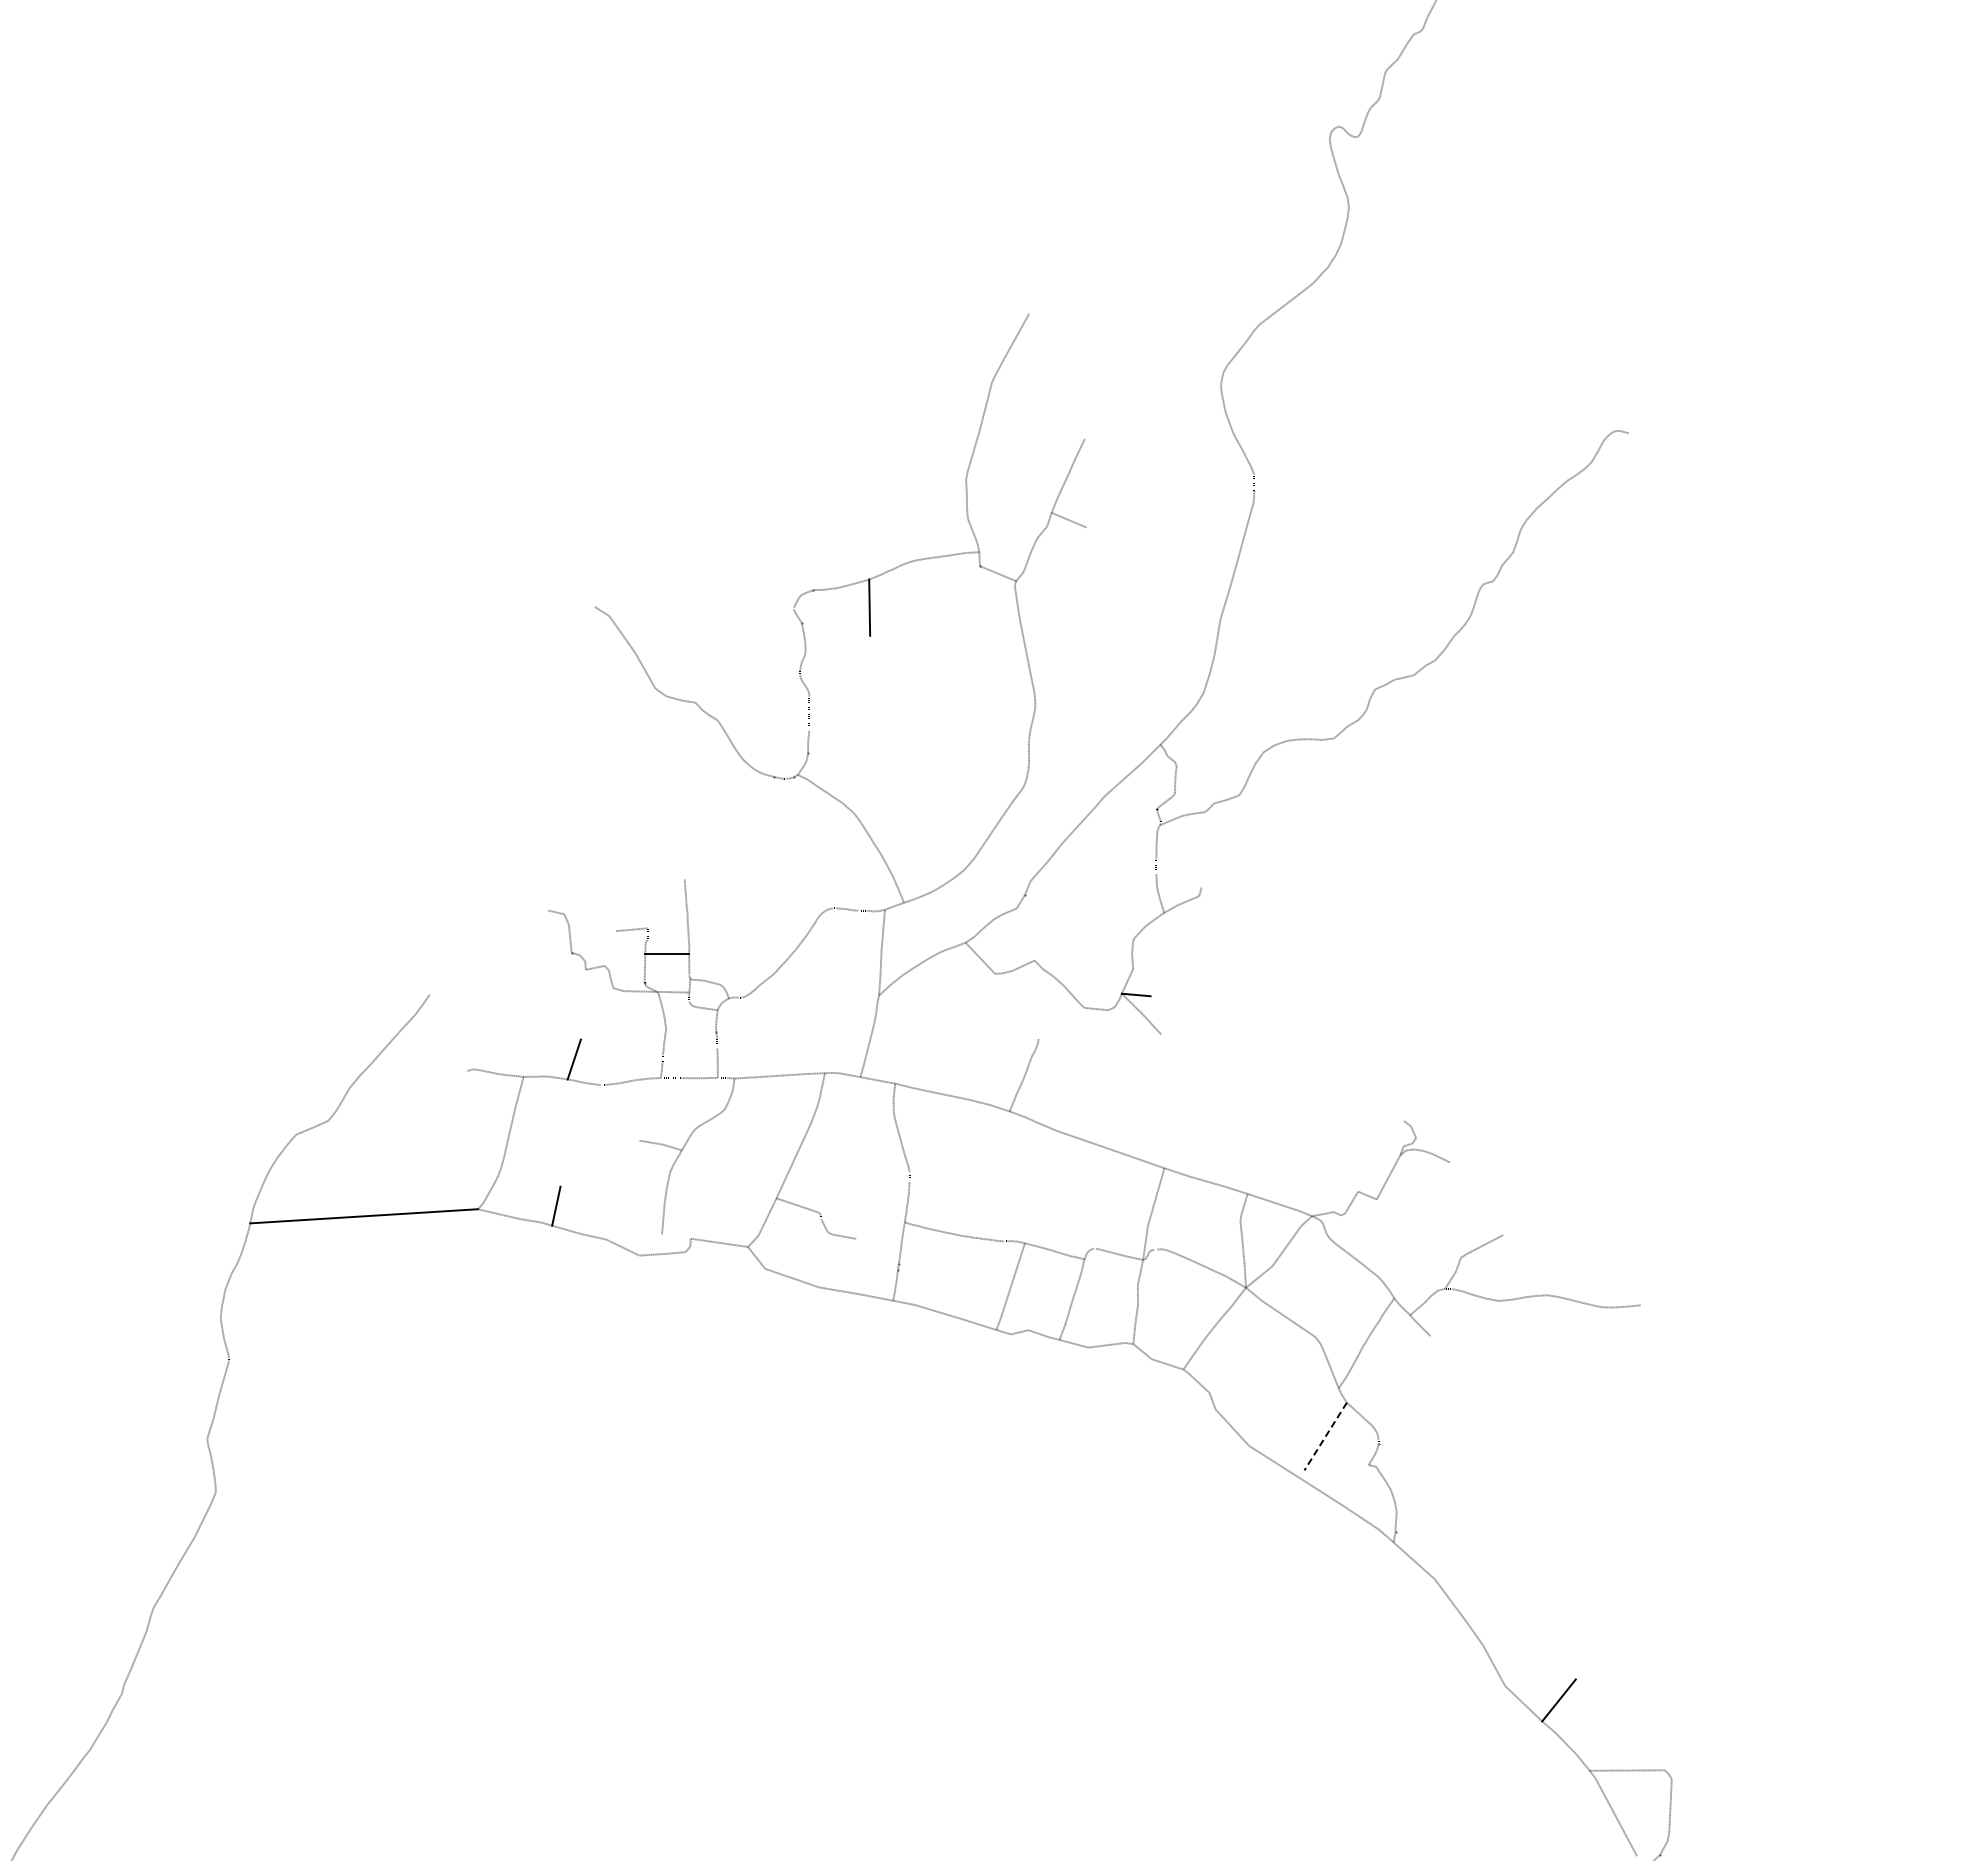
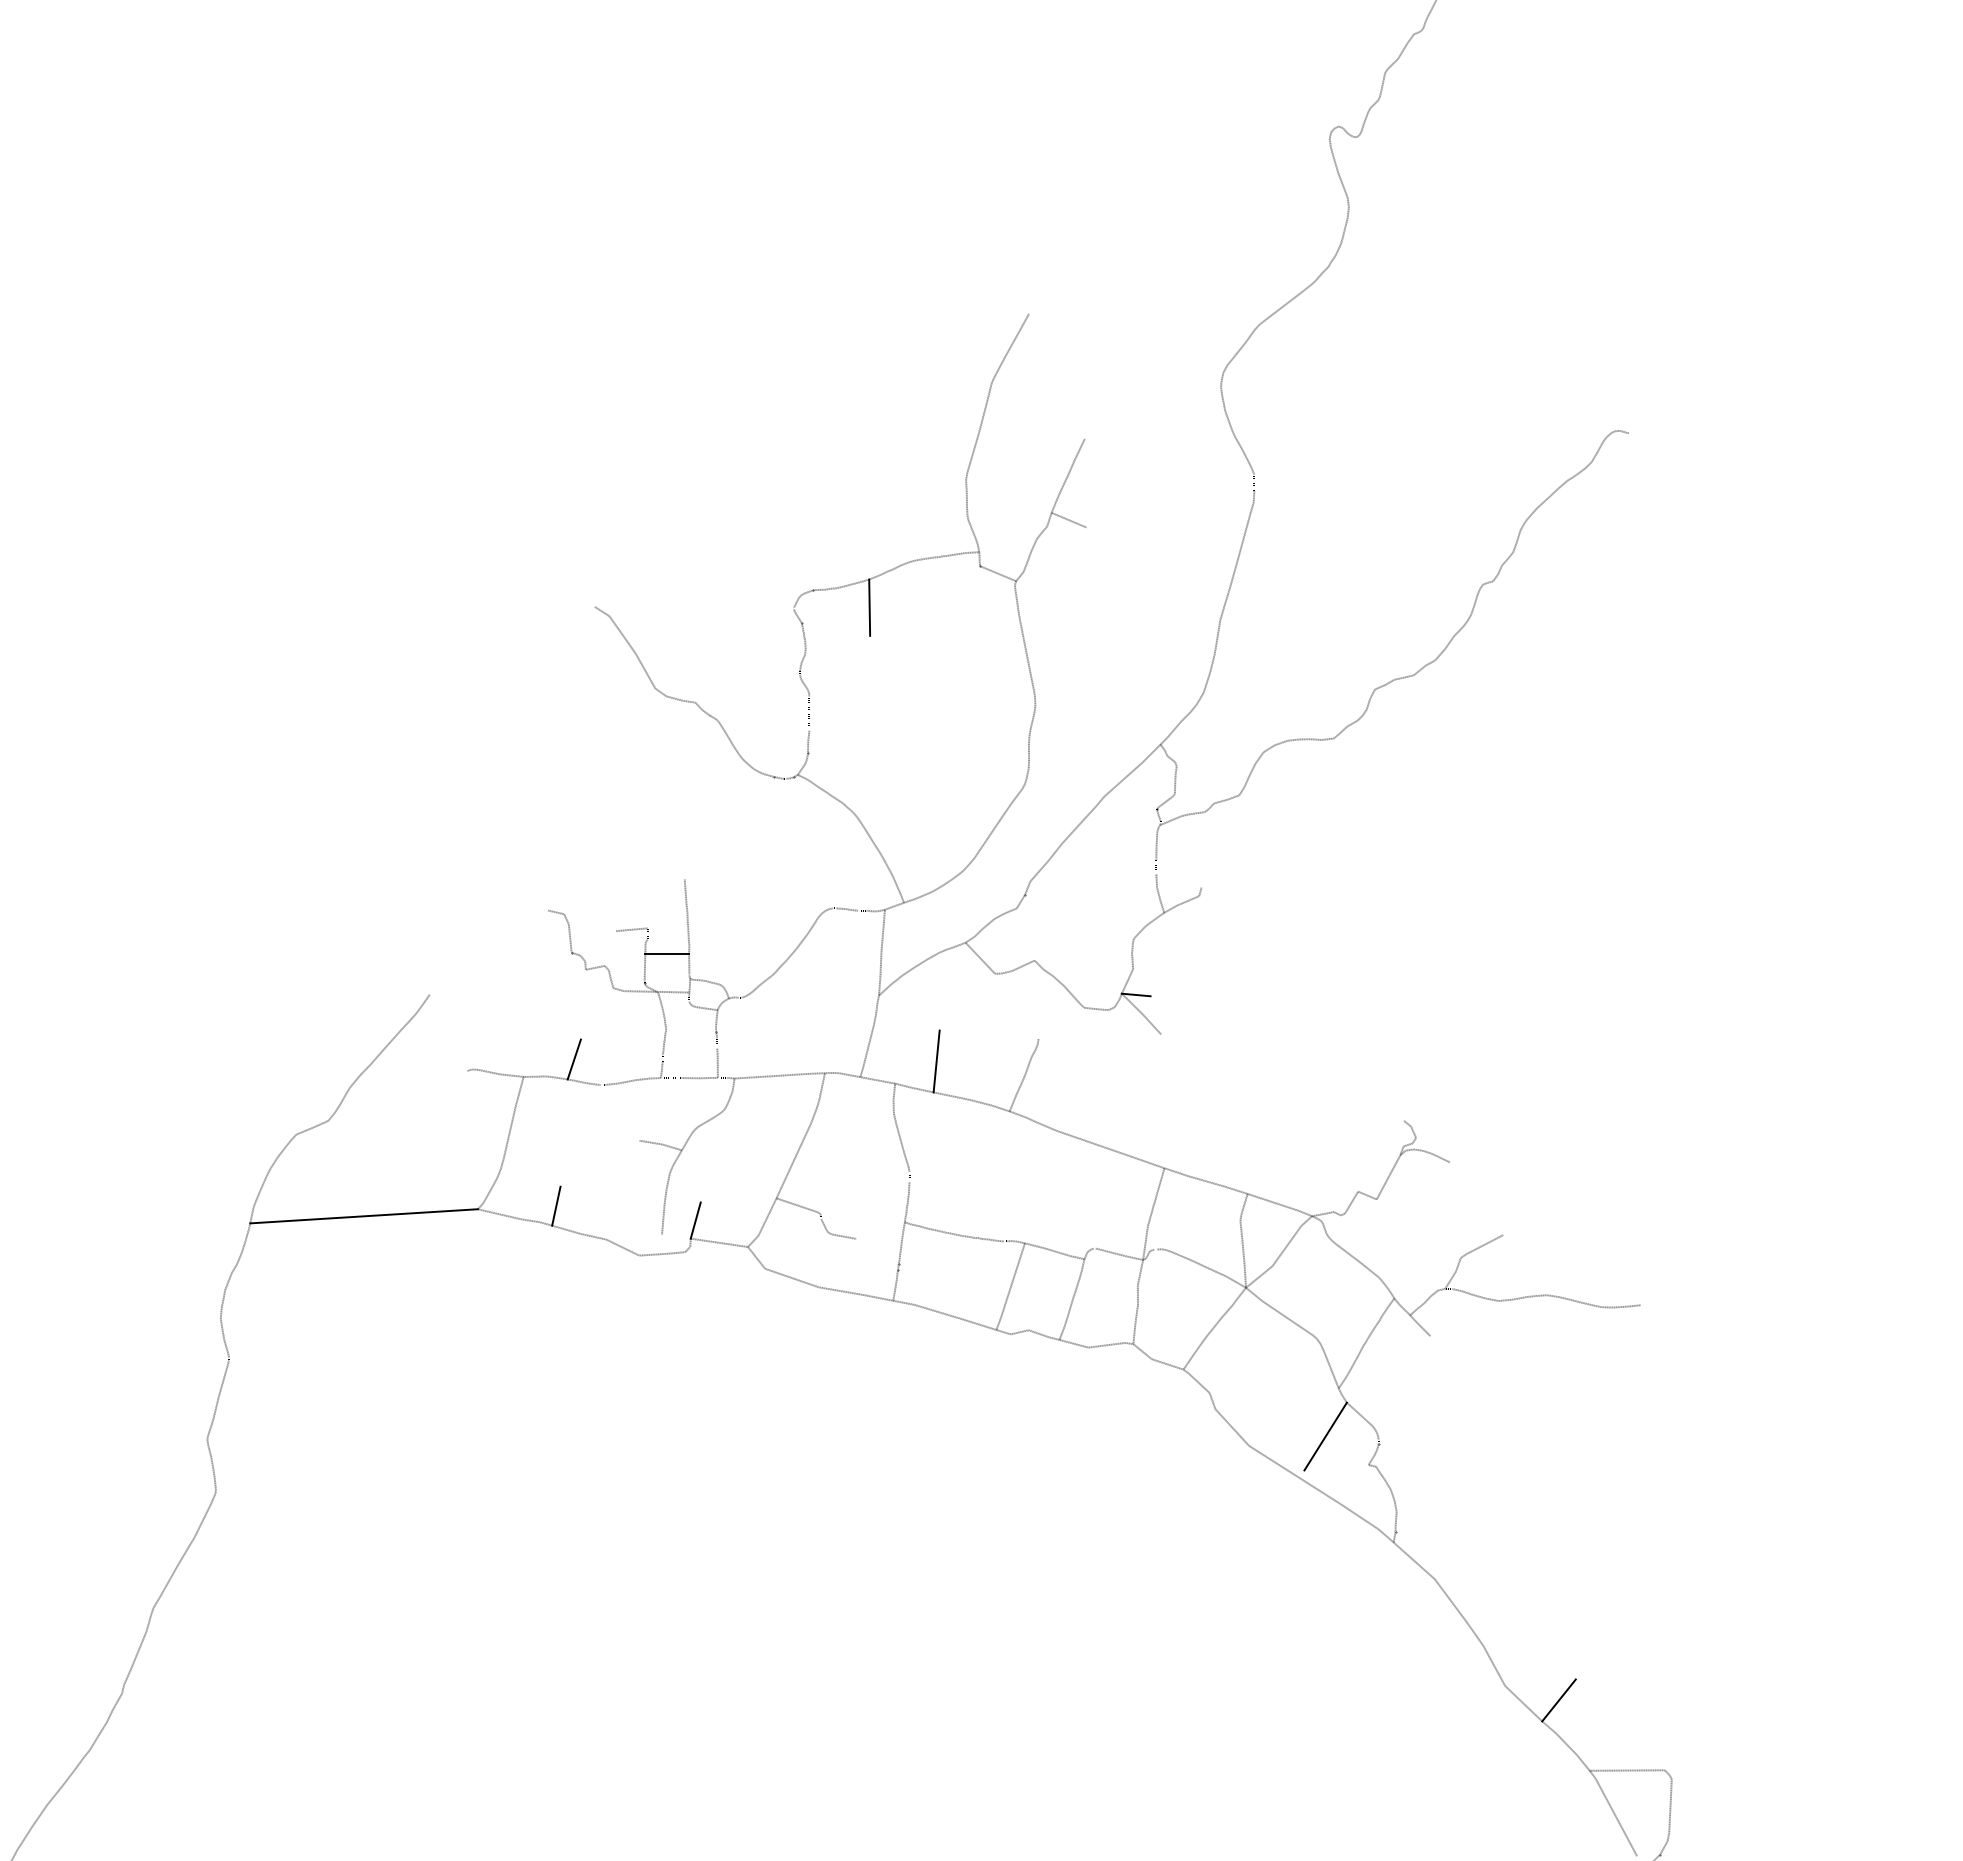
line at (936, 1061): none -> present
line at (695, 1220): none -> present
line at (1325, 1436): dashed -> solid
